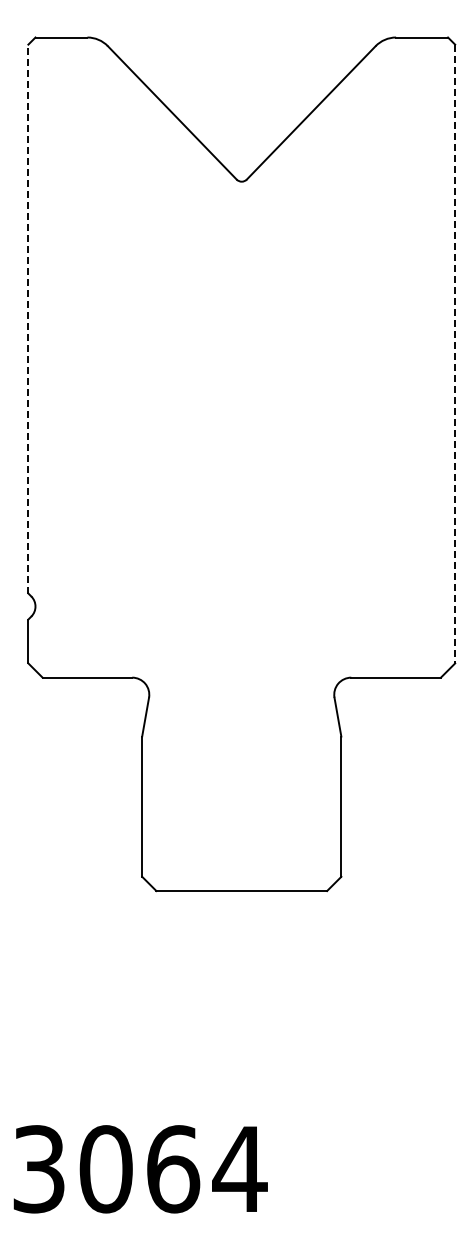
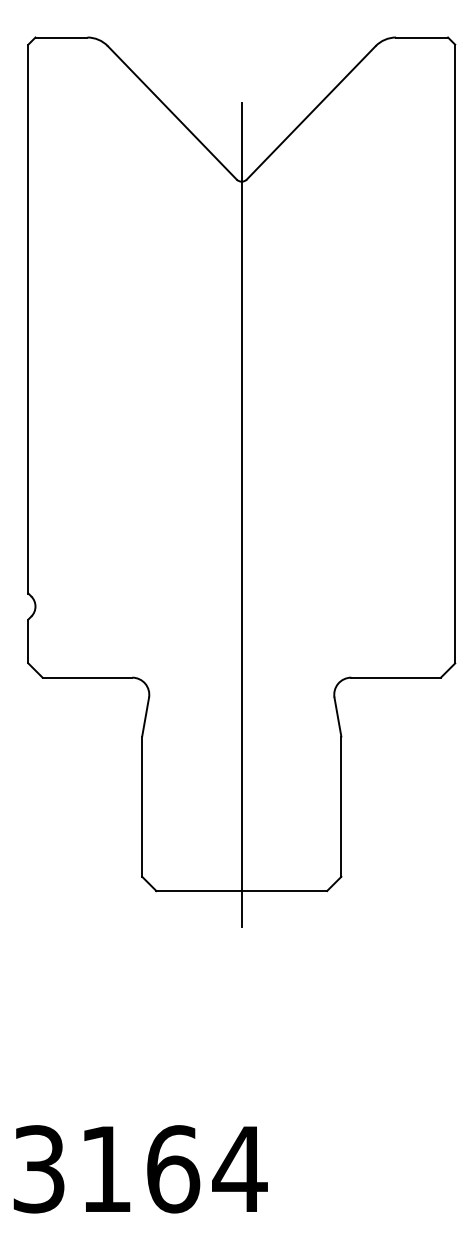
line at (28, 318): dashed -> solid
line at (455, 354): dashed -> solid
line at (241, 514): none -> present
text at (105, 1169): 3064 -> 3164
